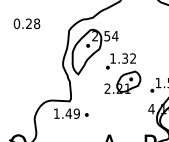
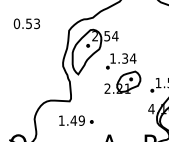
text at (33, 23): 0.28 -> 0.53
text at (132, 58): 1.32 -> 1.34
part at (71, 113) position: (71, 113) -> (76, 120)
